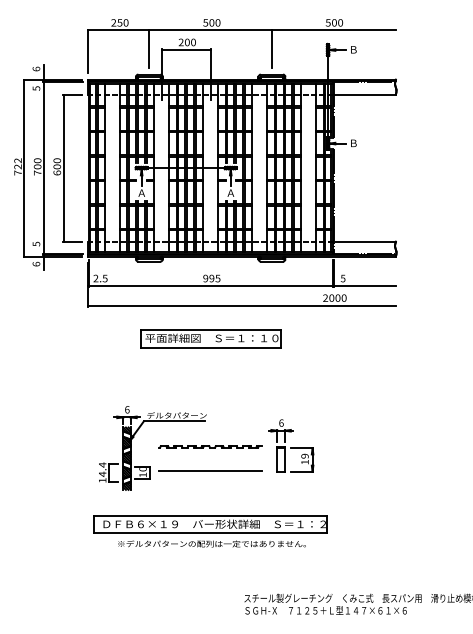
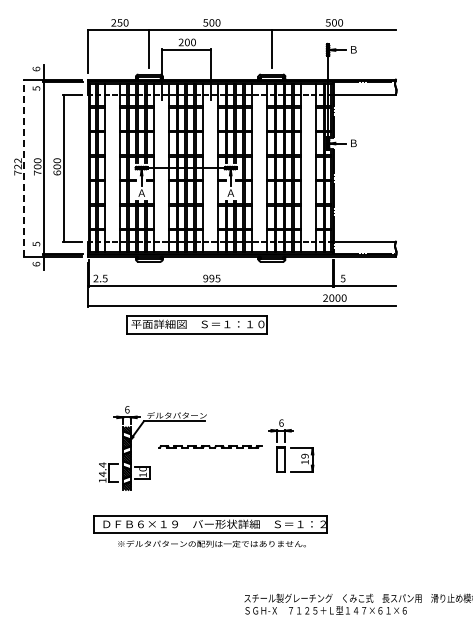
line at (24, 167): solid -> dashed
part at (210, 338) position: (210, 338) -> (196, 324)
line at (210, 470): present -> none
